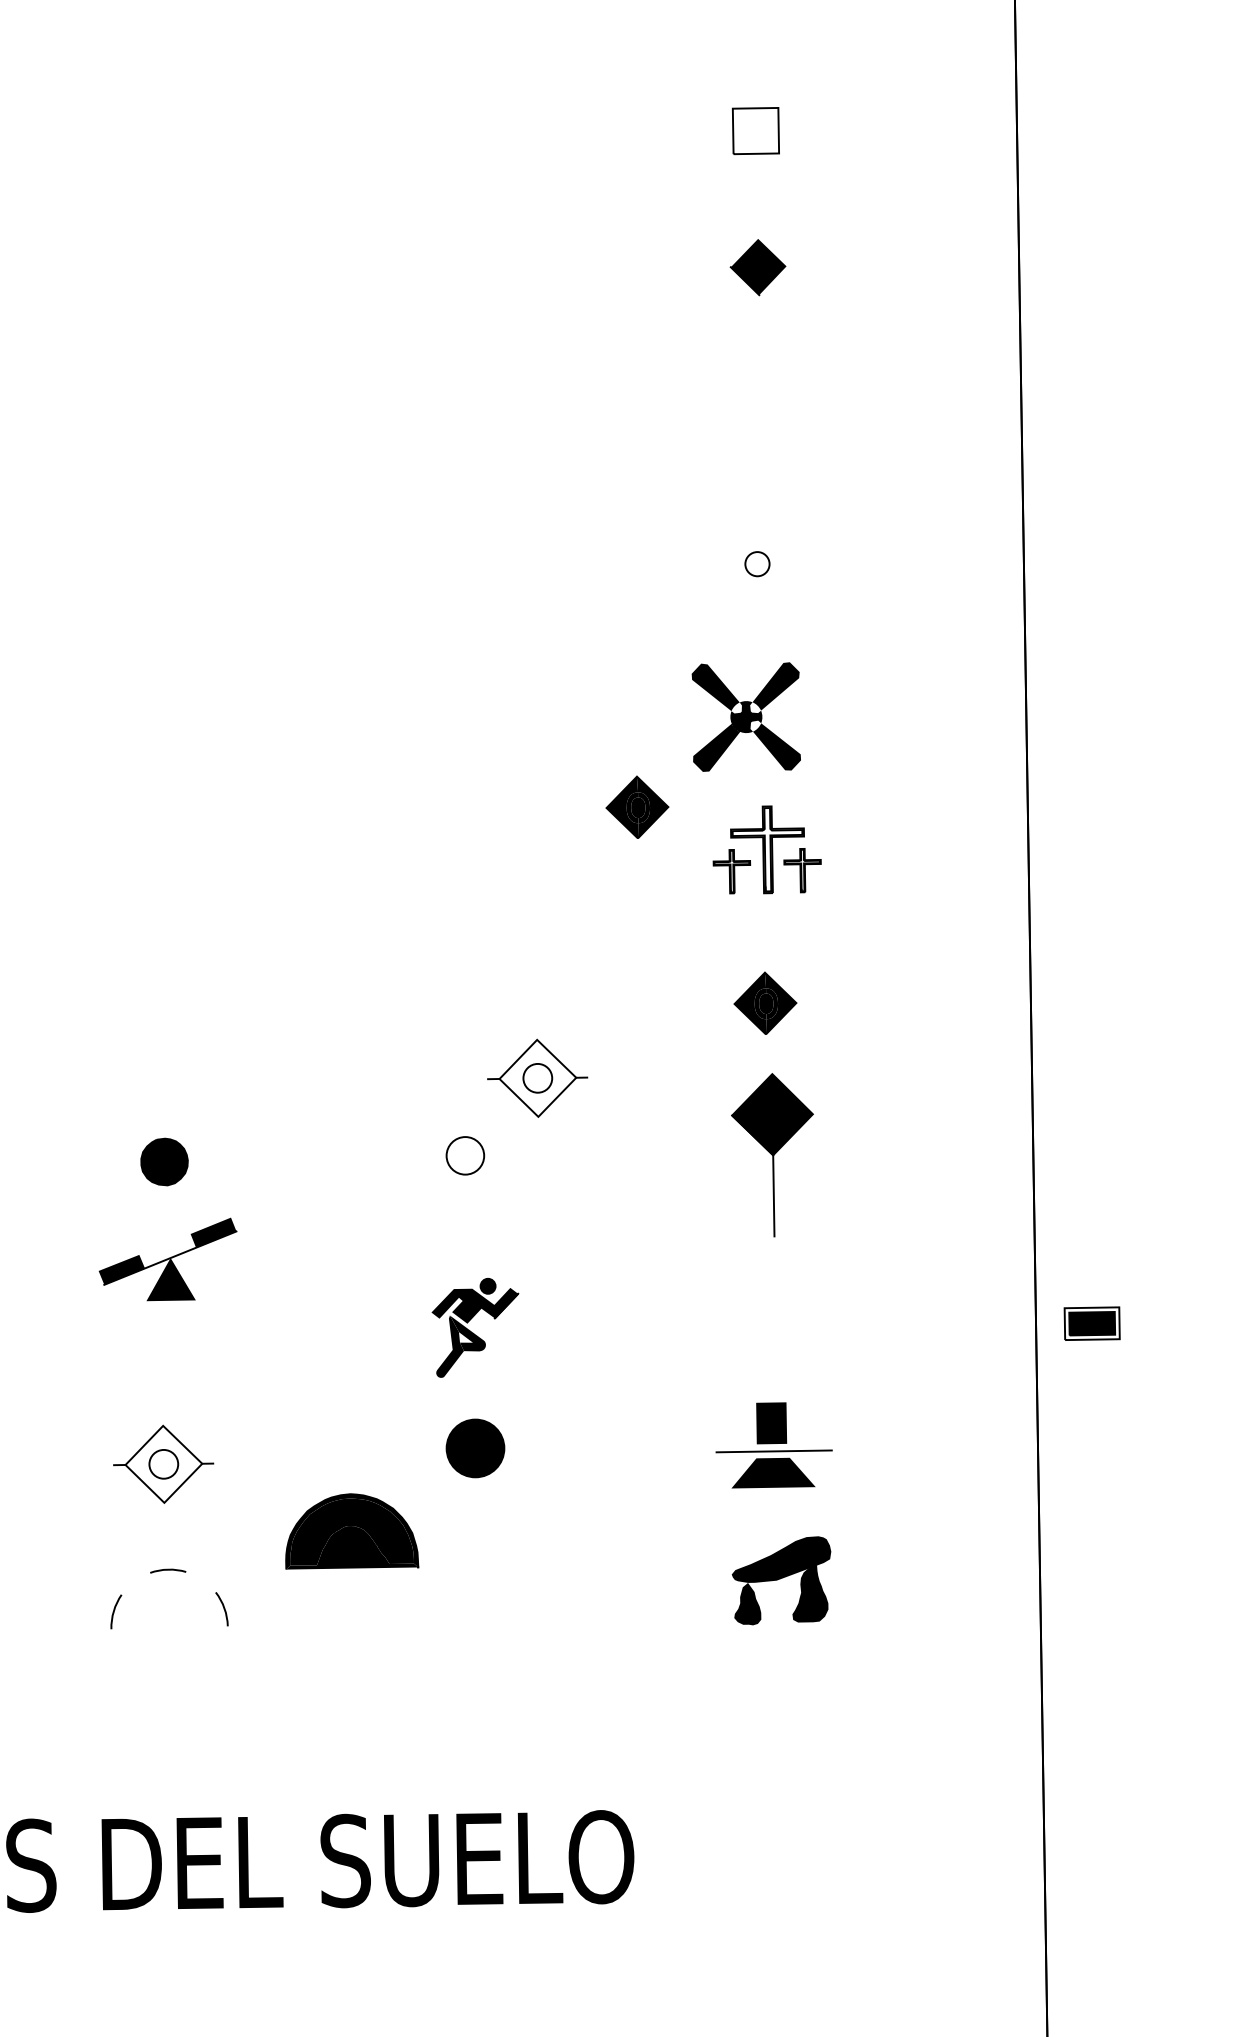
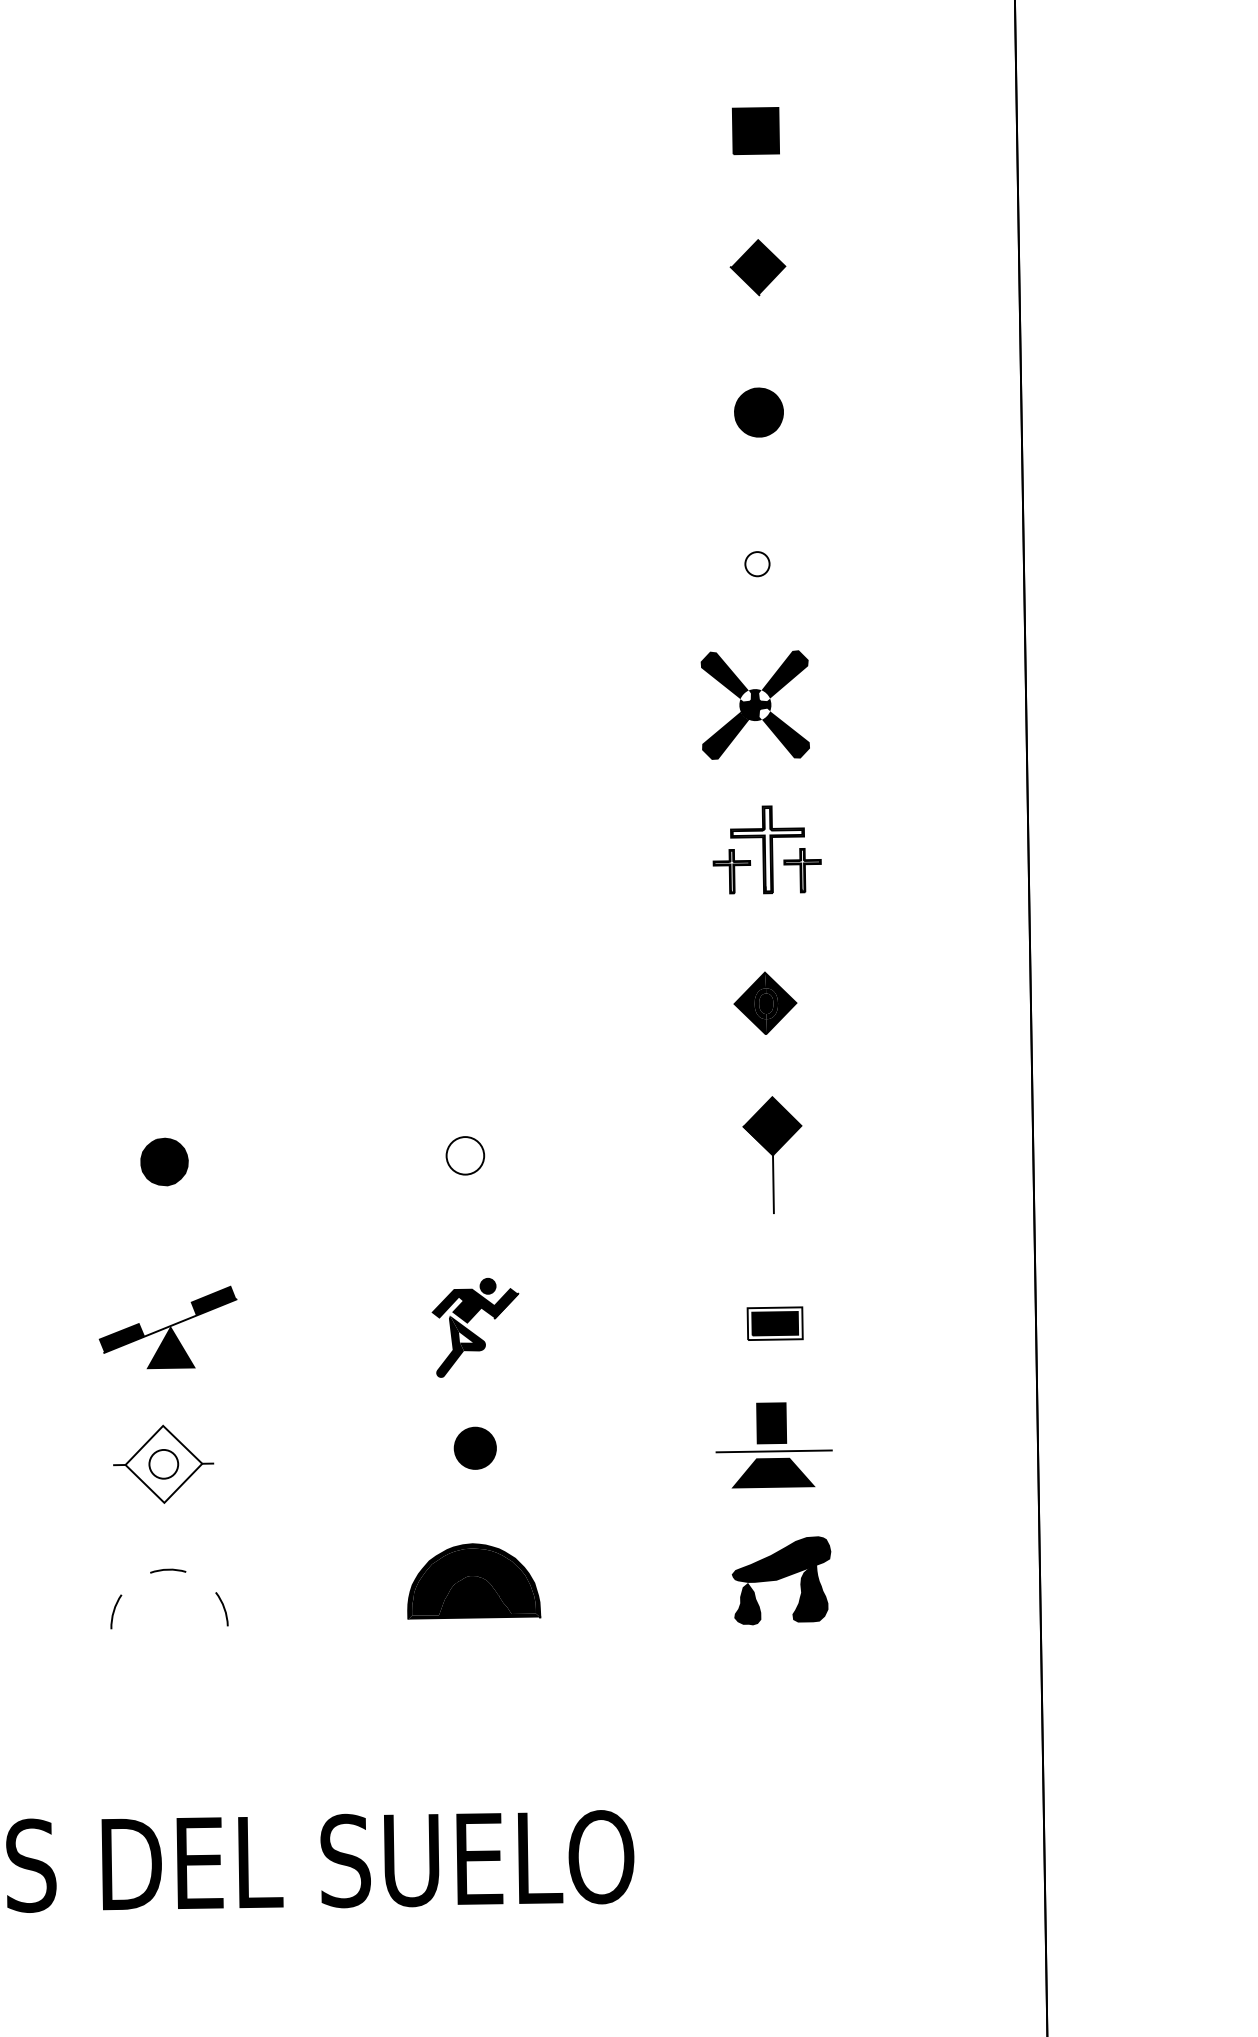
fill at (755, 130): none -> present
fill at (758, 412): none -> present
part at (745, 716) position: (745, 716) -> (754, 704)
part at (637, 806): present -> none
part at (537, 1077): present -> none
part at (772, 1155) size: 83x165 px -> 61x118 px
part at (167, 1259) position: (167, 1259) -> (167, 1327)
part at (1091, 1323) position: (1091, 1323) -> (774, 1323)
part at (475, 1448) size: 61x61 px -> 44x44 px
part at (352, 1531) position: (352, 1531) -> (474, 1581)
